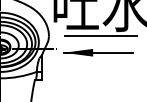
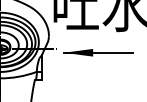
line at (100, 35): present -> none
